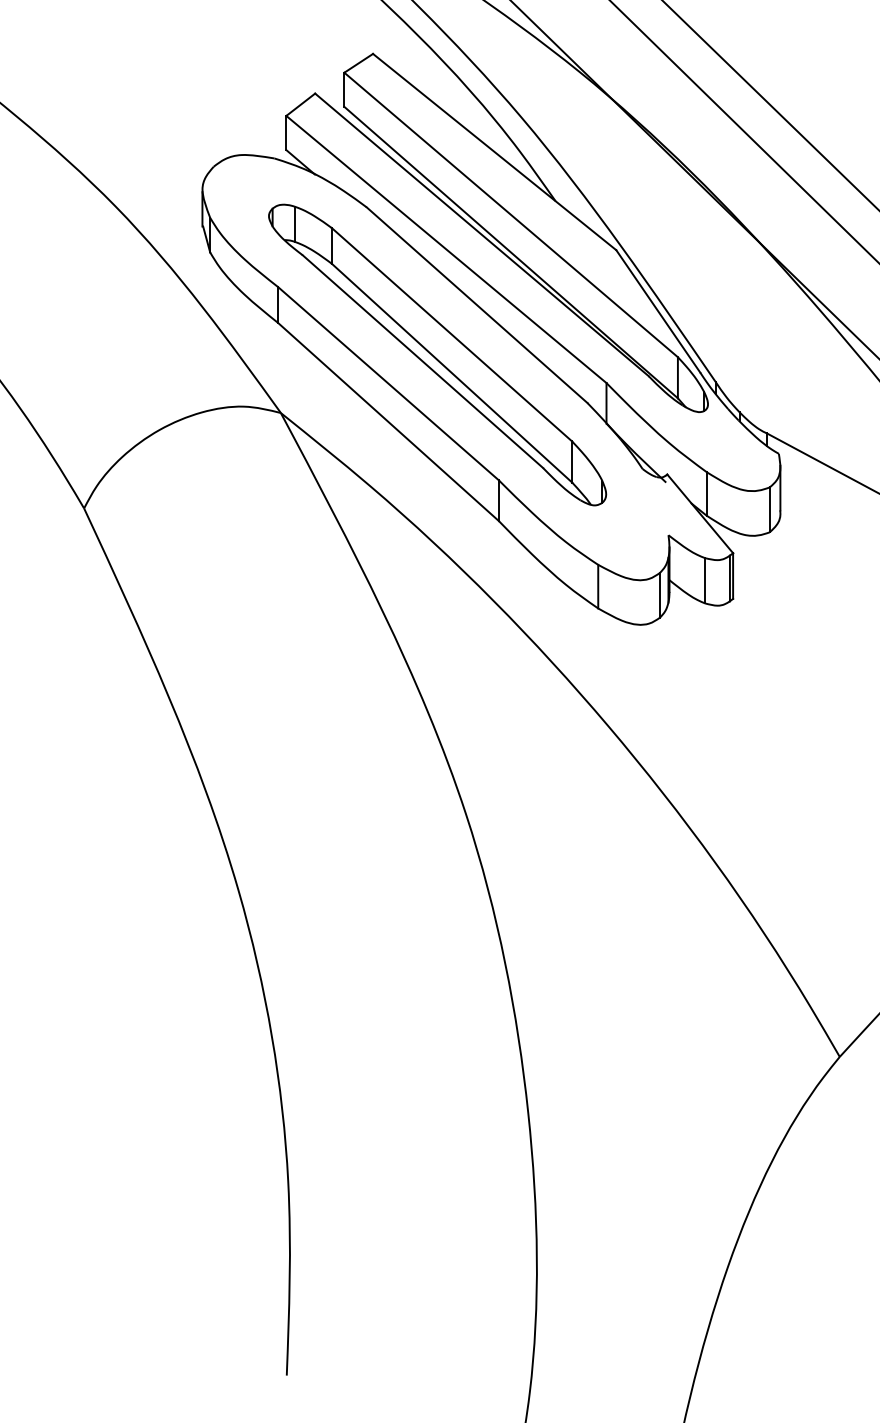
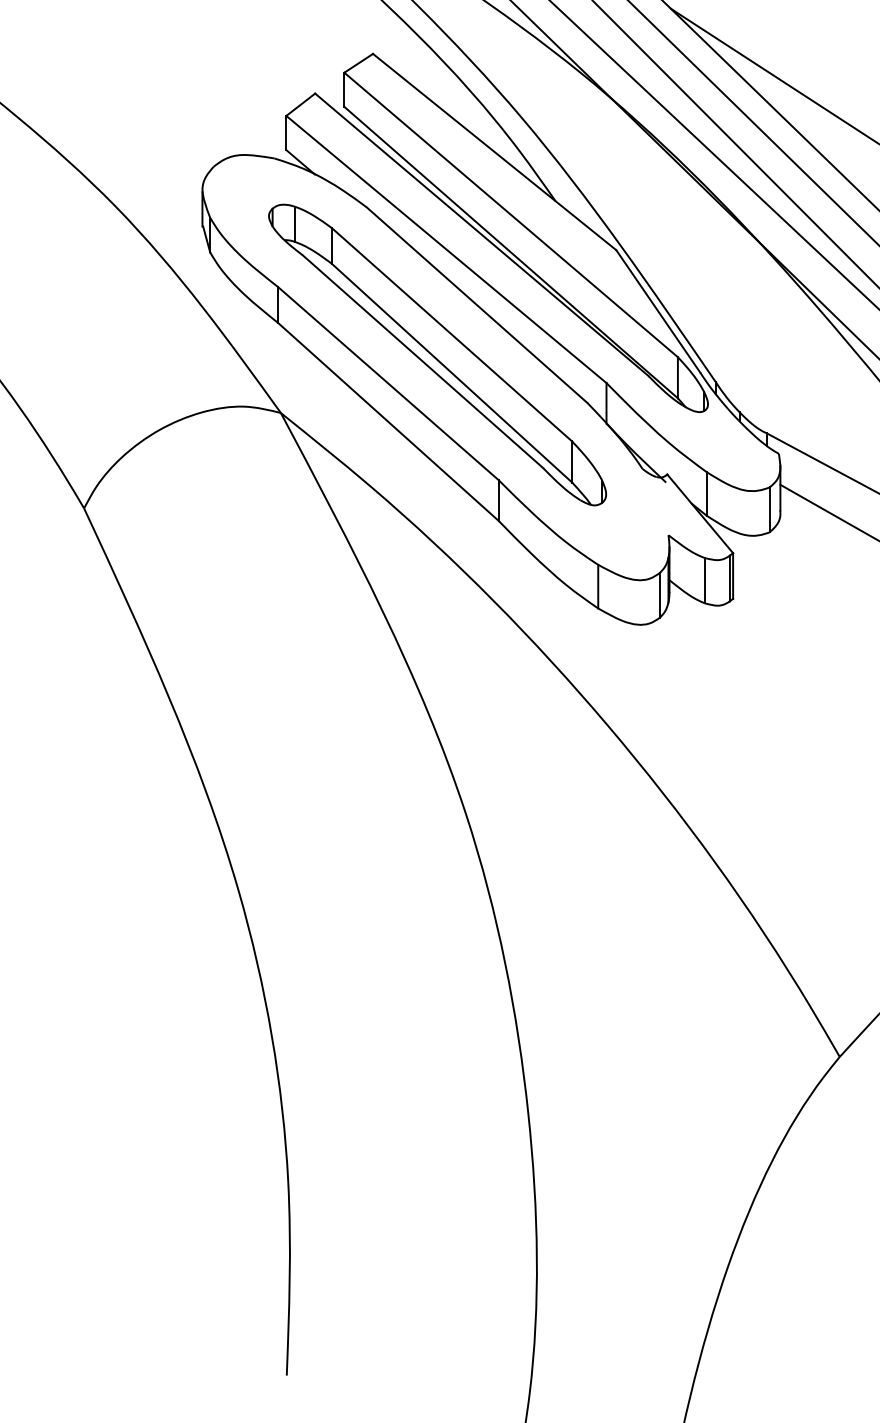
line at (773, 75): none -> present
line at (743, 131) position: (743, 131) -> (752, 122)
line at (735, 143): none -> present
line at (713, 154): none -> present
line at (828, 511): none -> present
